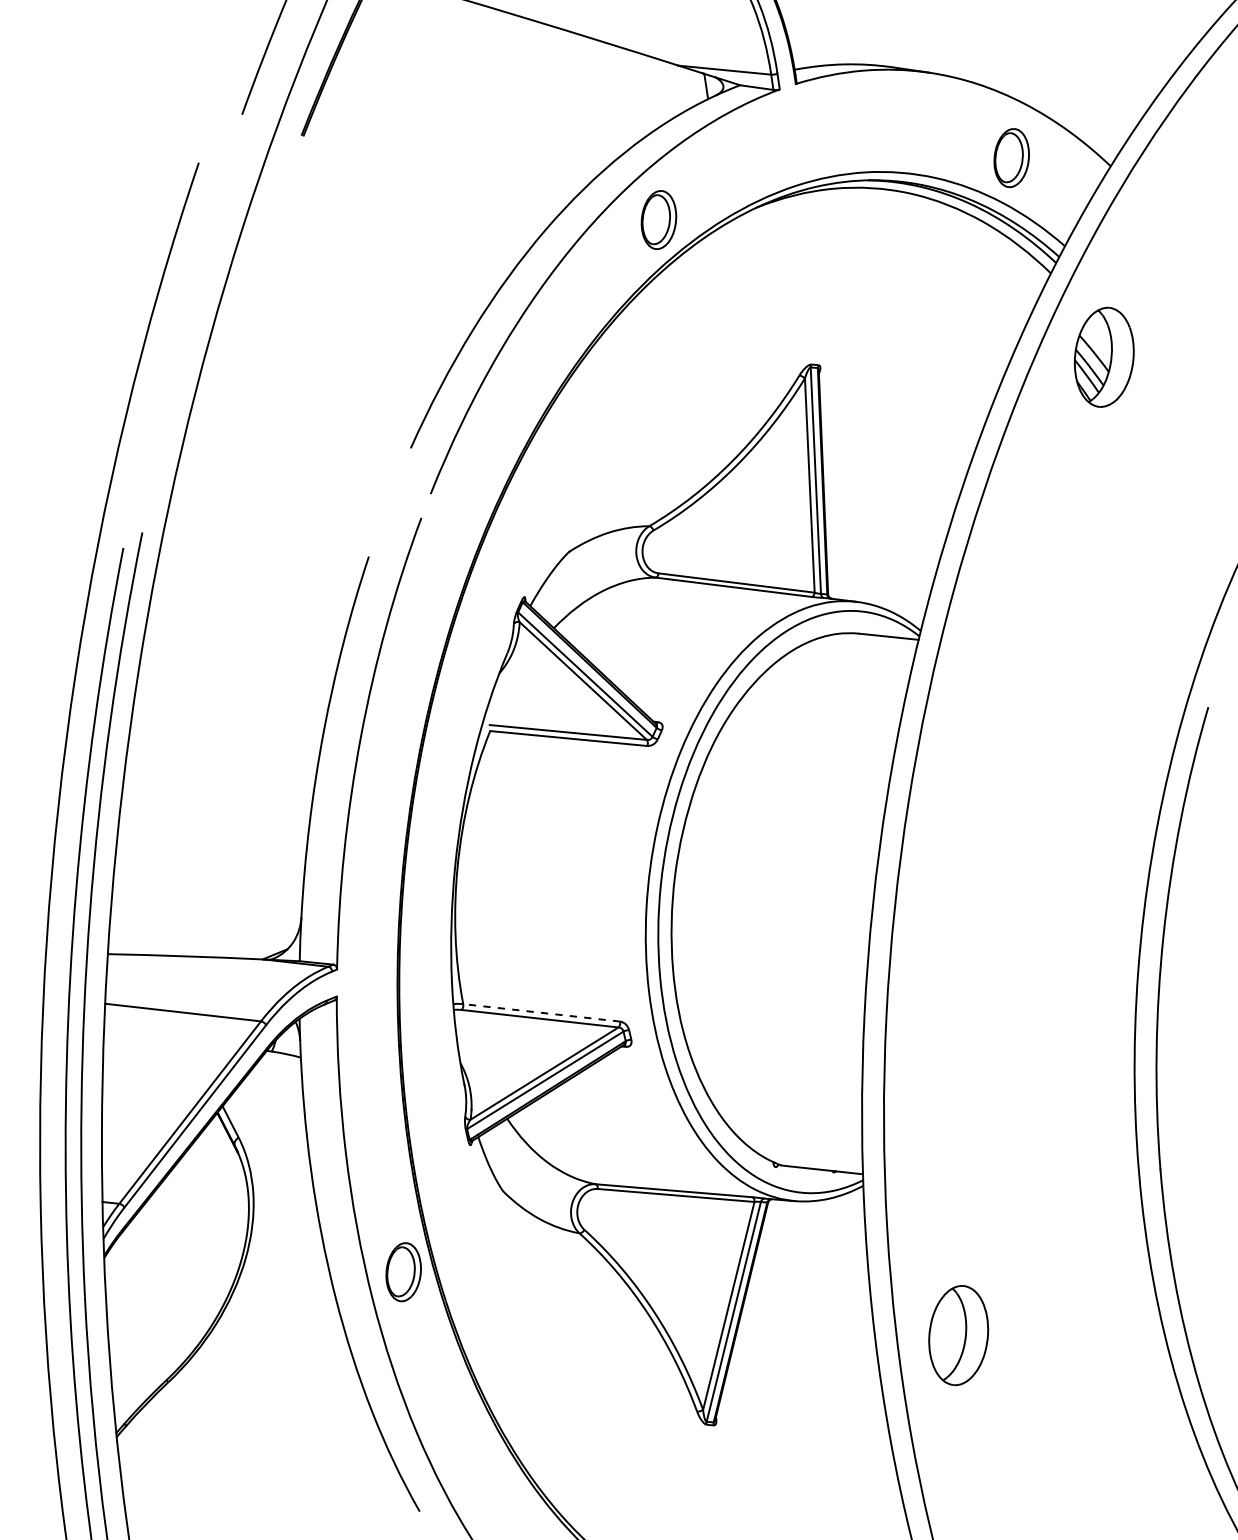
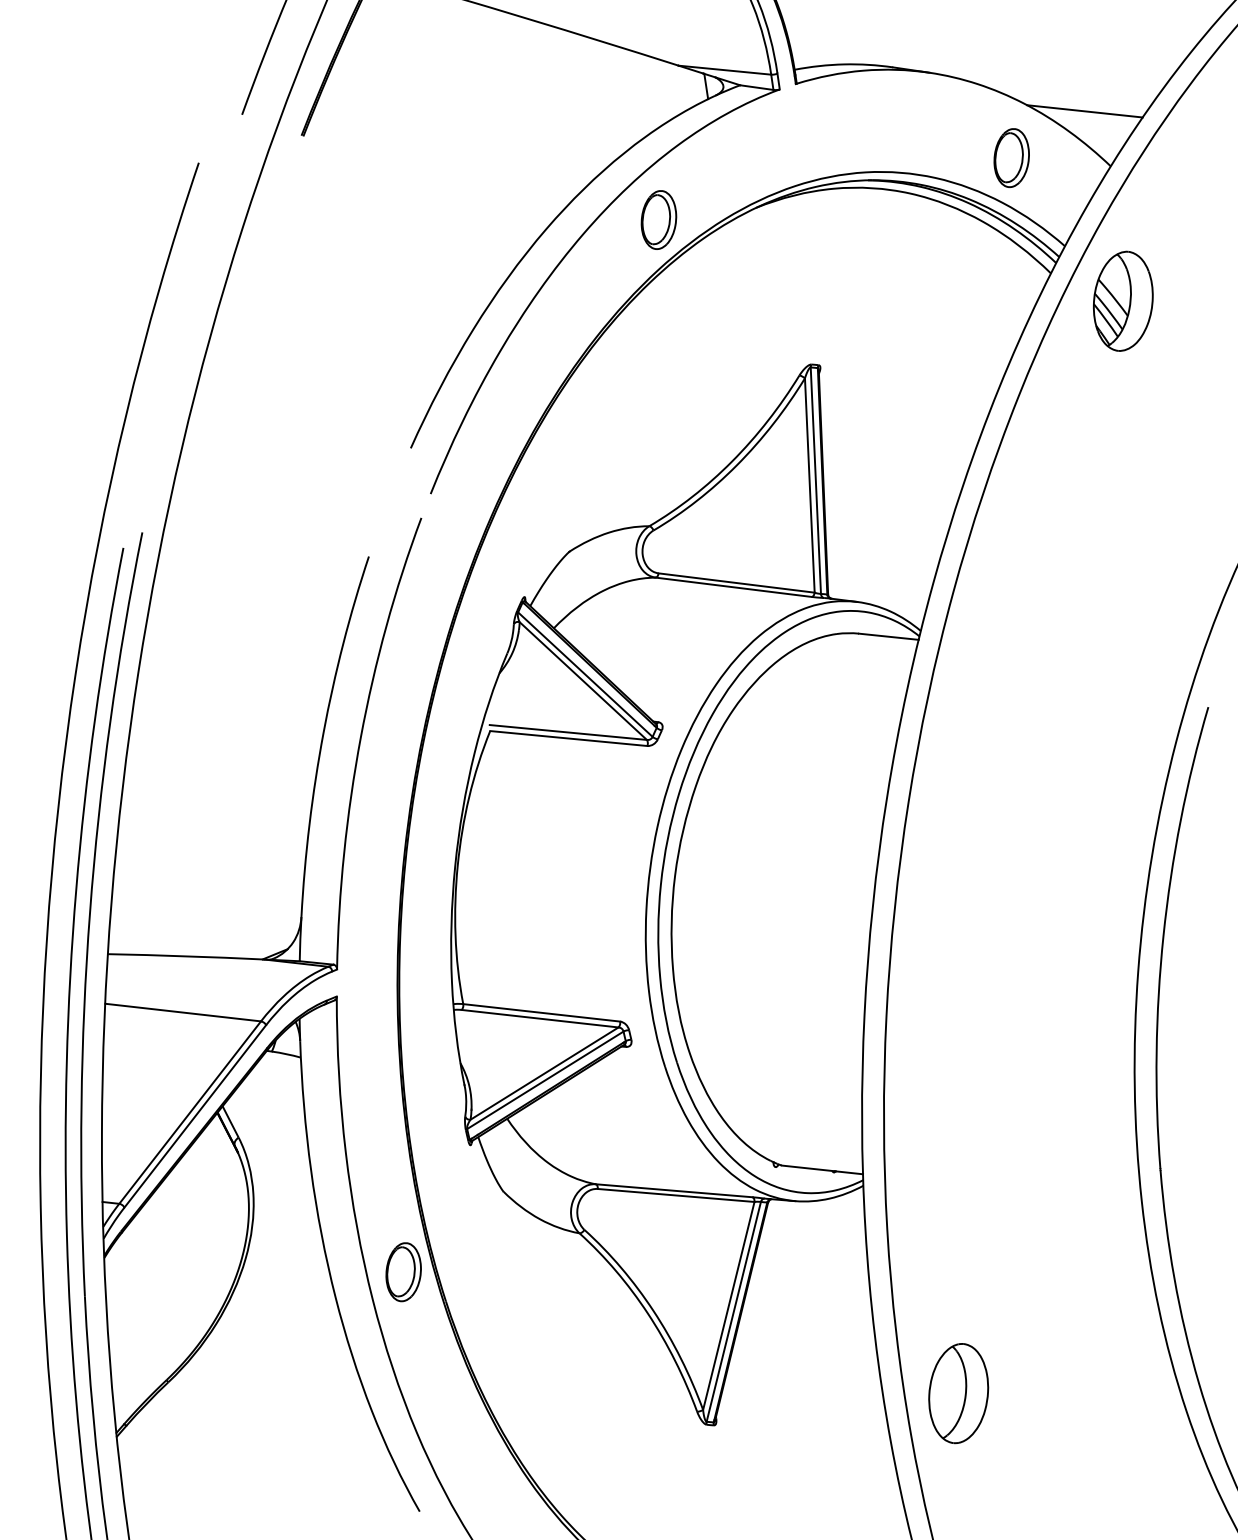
line at (1084, 111): none -> present
part at (1104, 356) position: (1104, 356) -> (1123, 300)
line at (541, 1012): dashed -> solid
part at (958, 1335) position: (958, 1335) -> (958, 1393)
